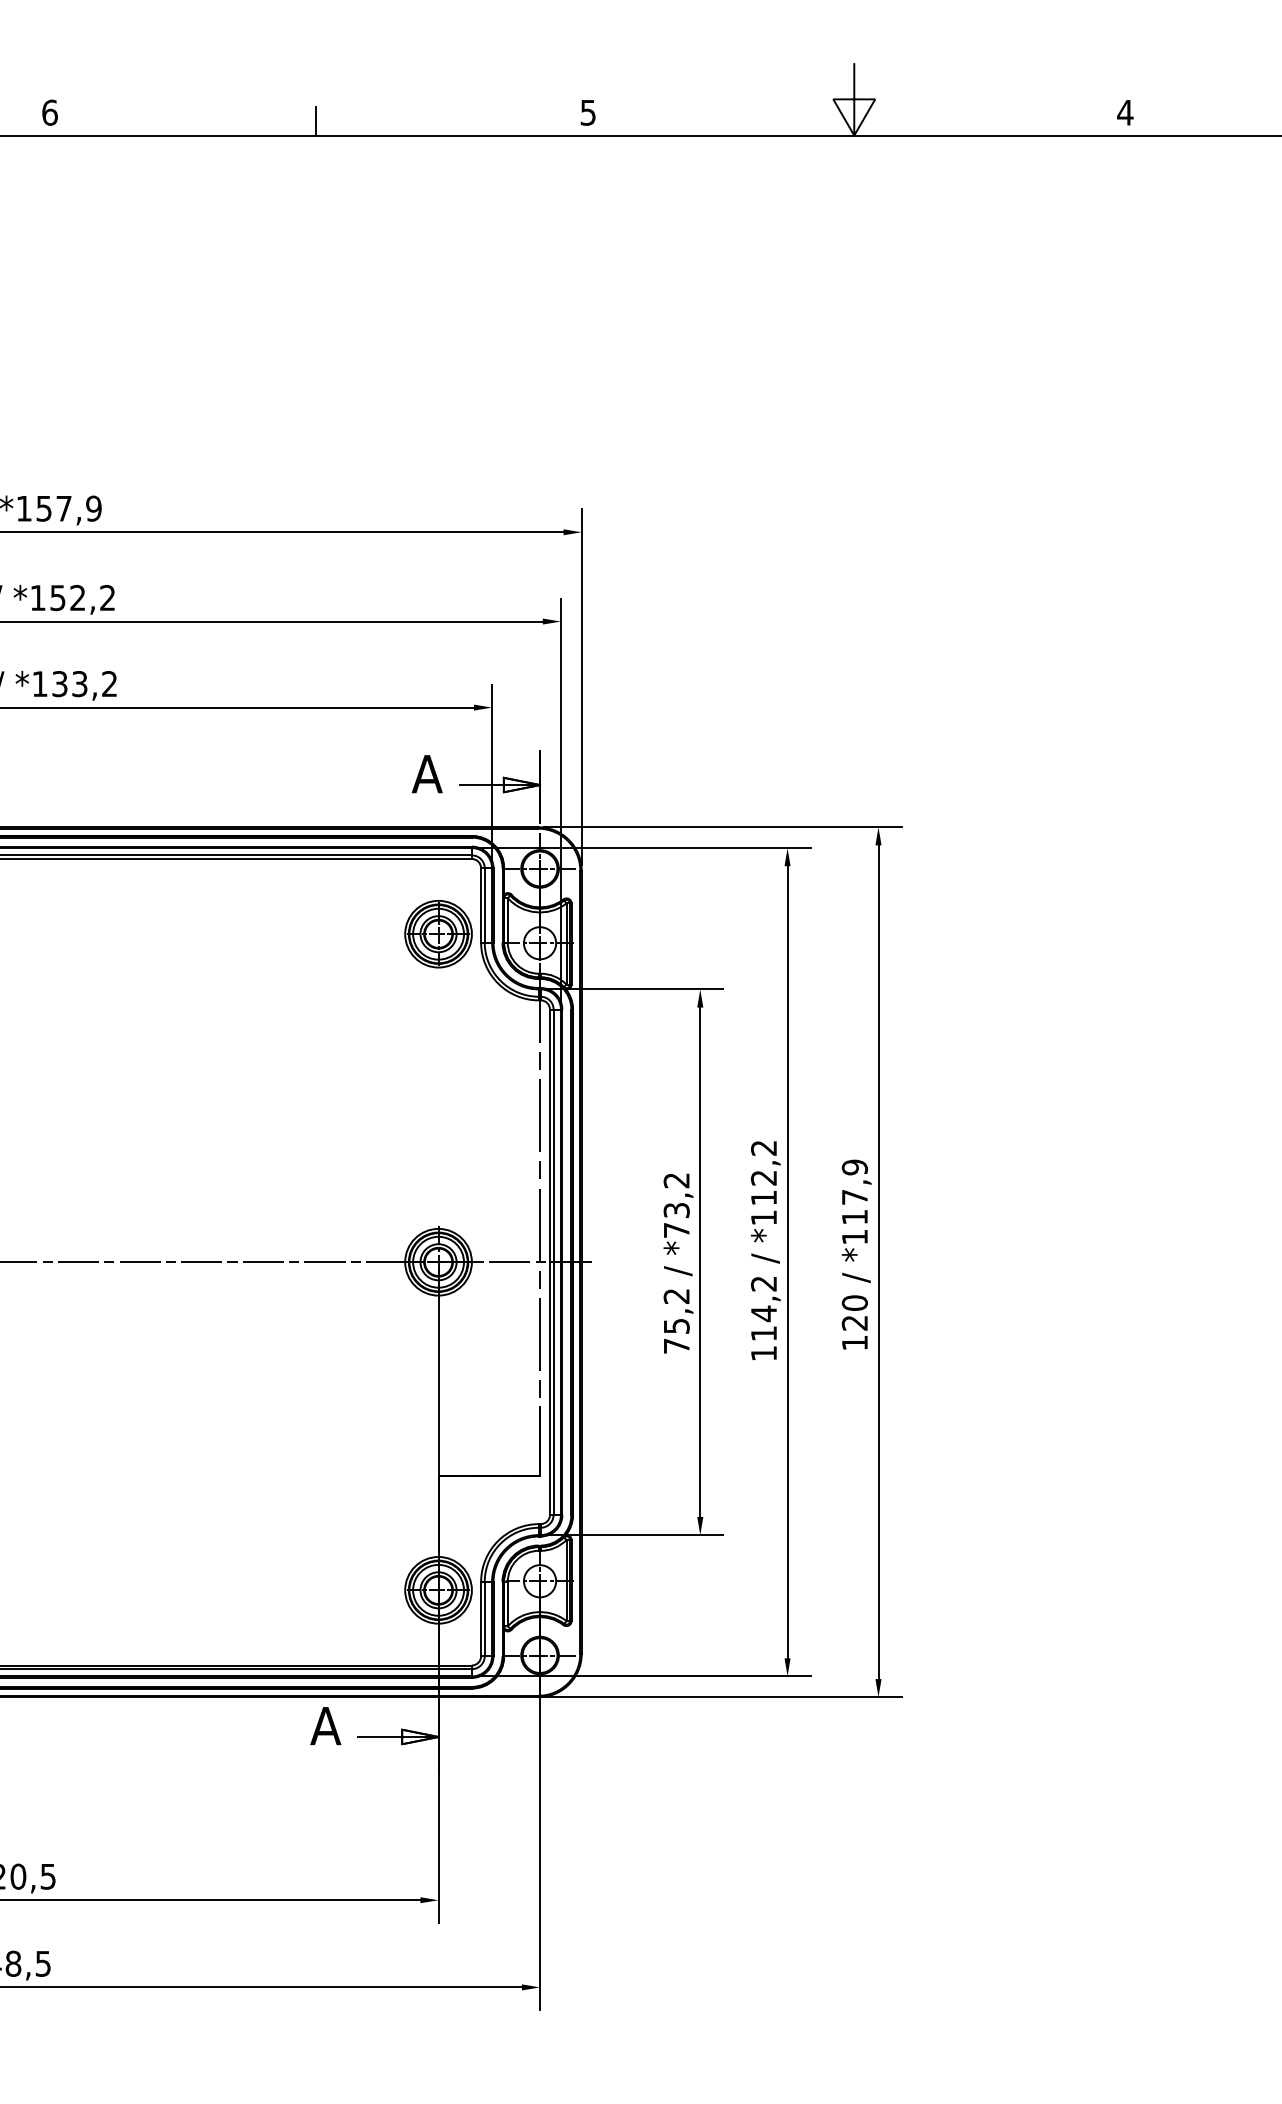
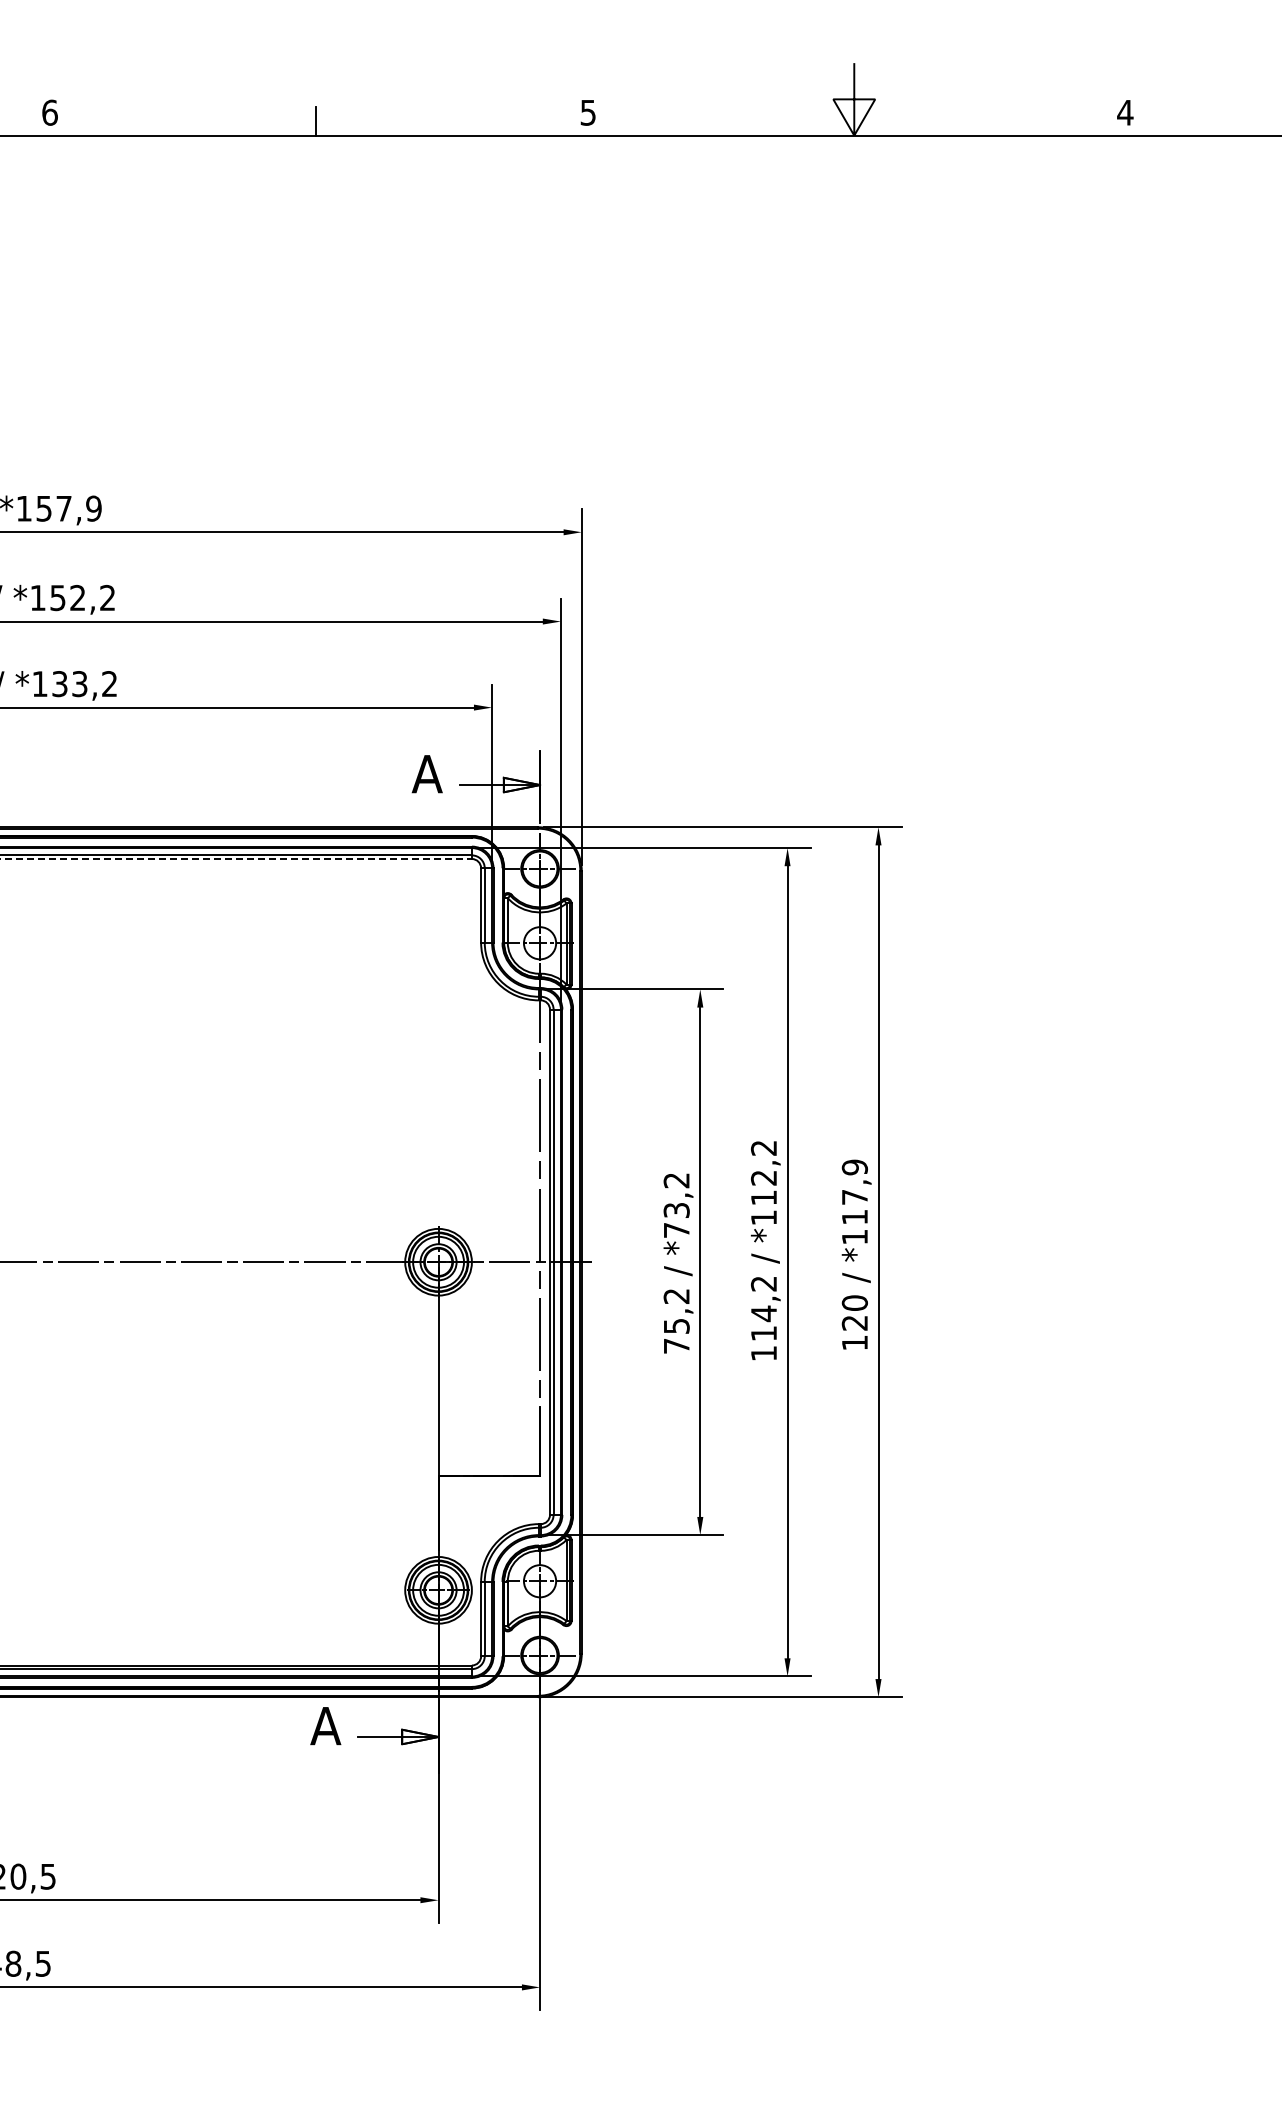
line at (236, 859): solid -> dashed
part at (438, 934): present -> none
